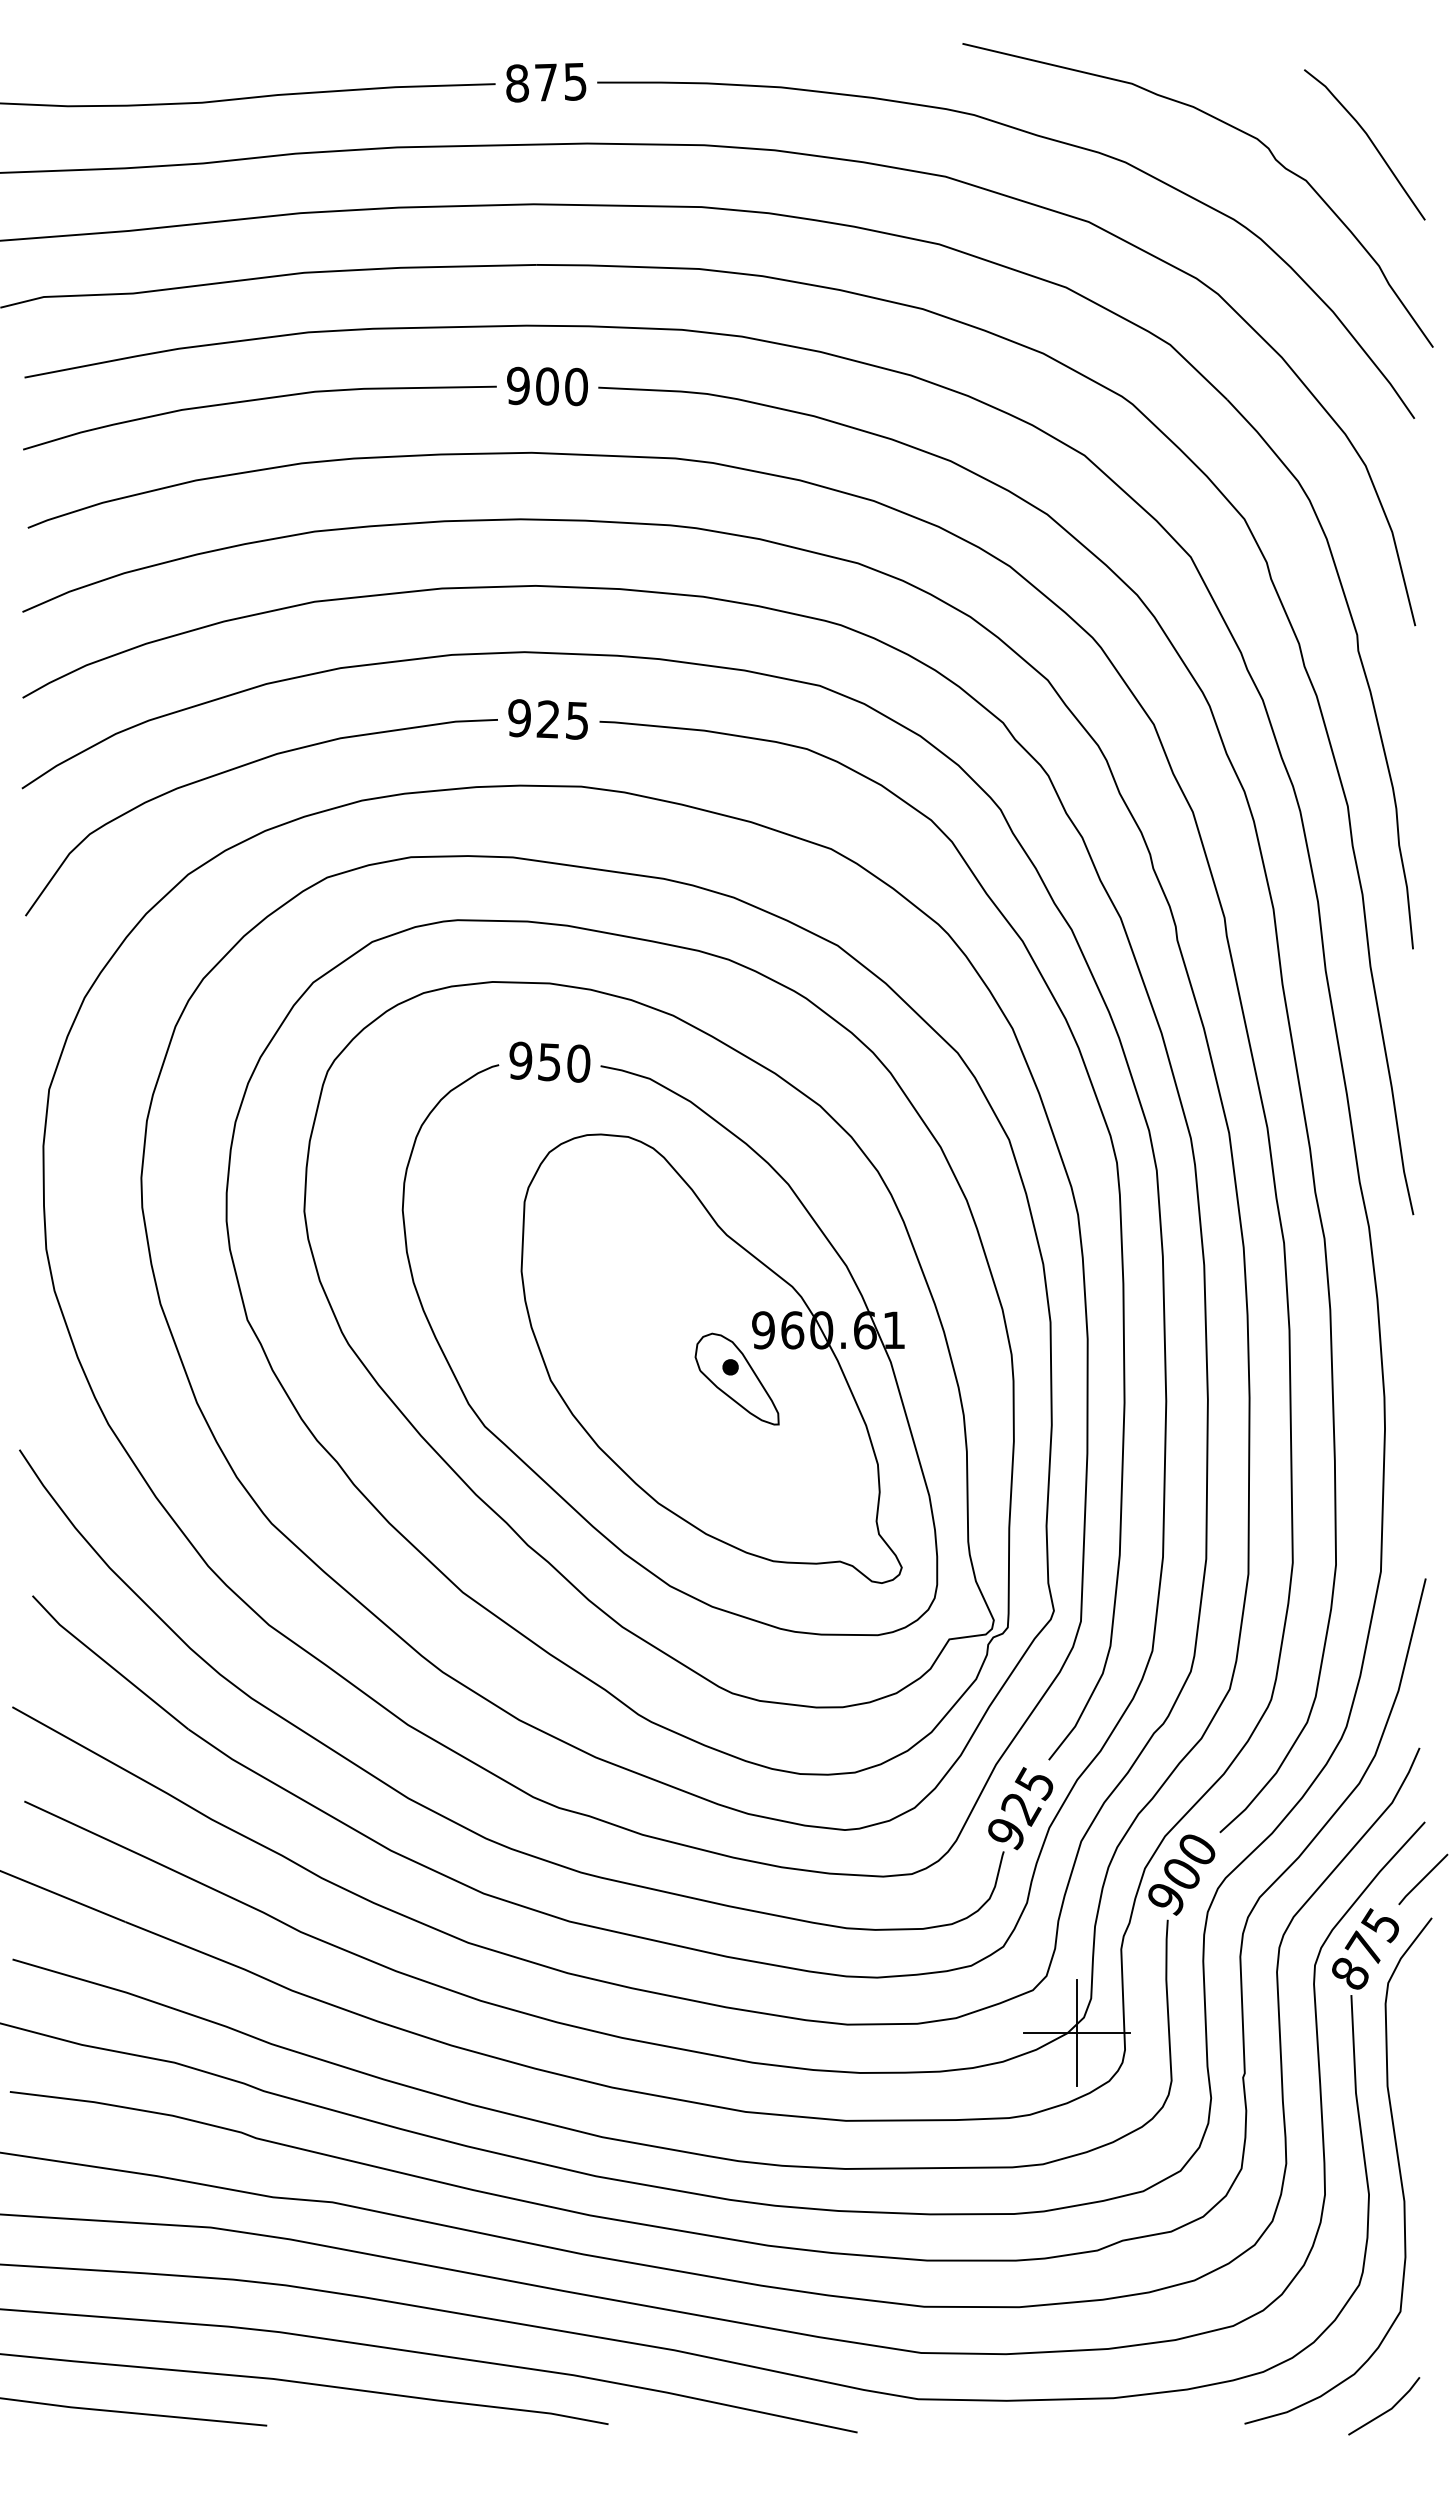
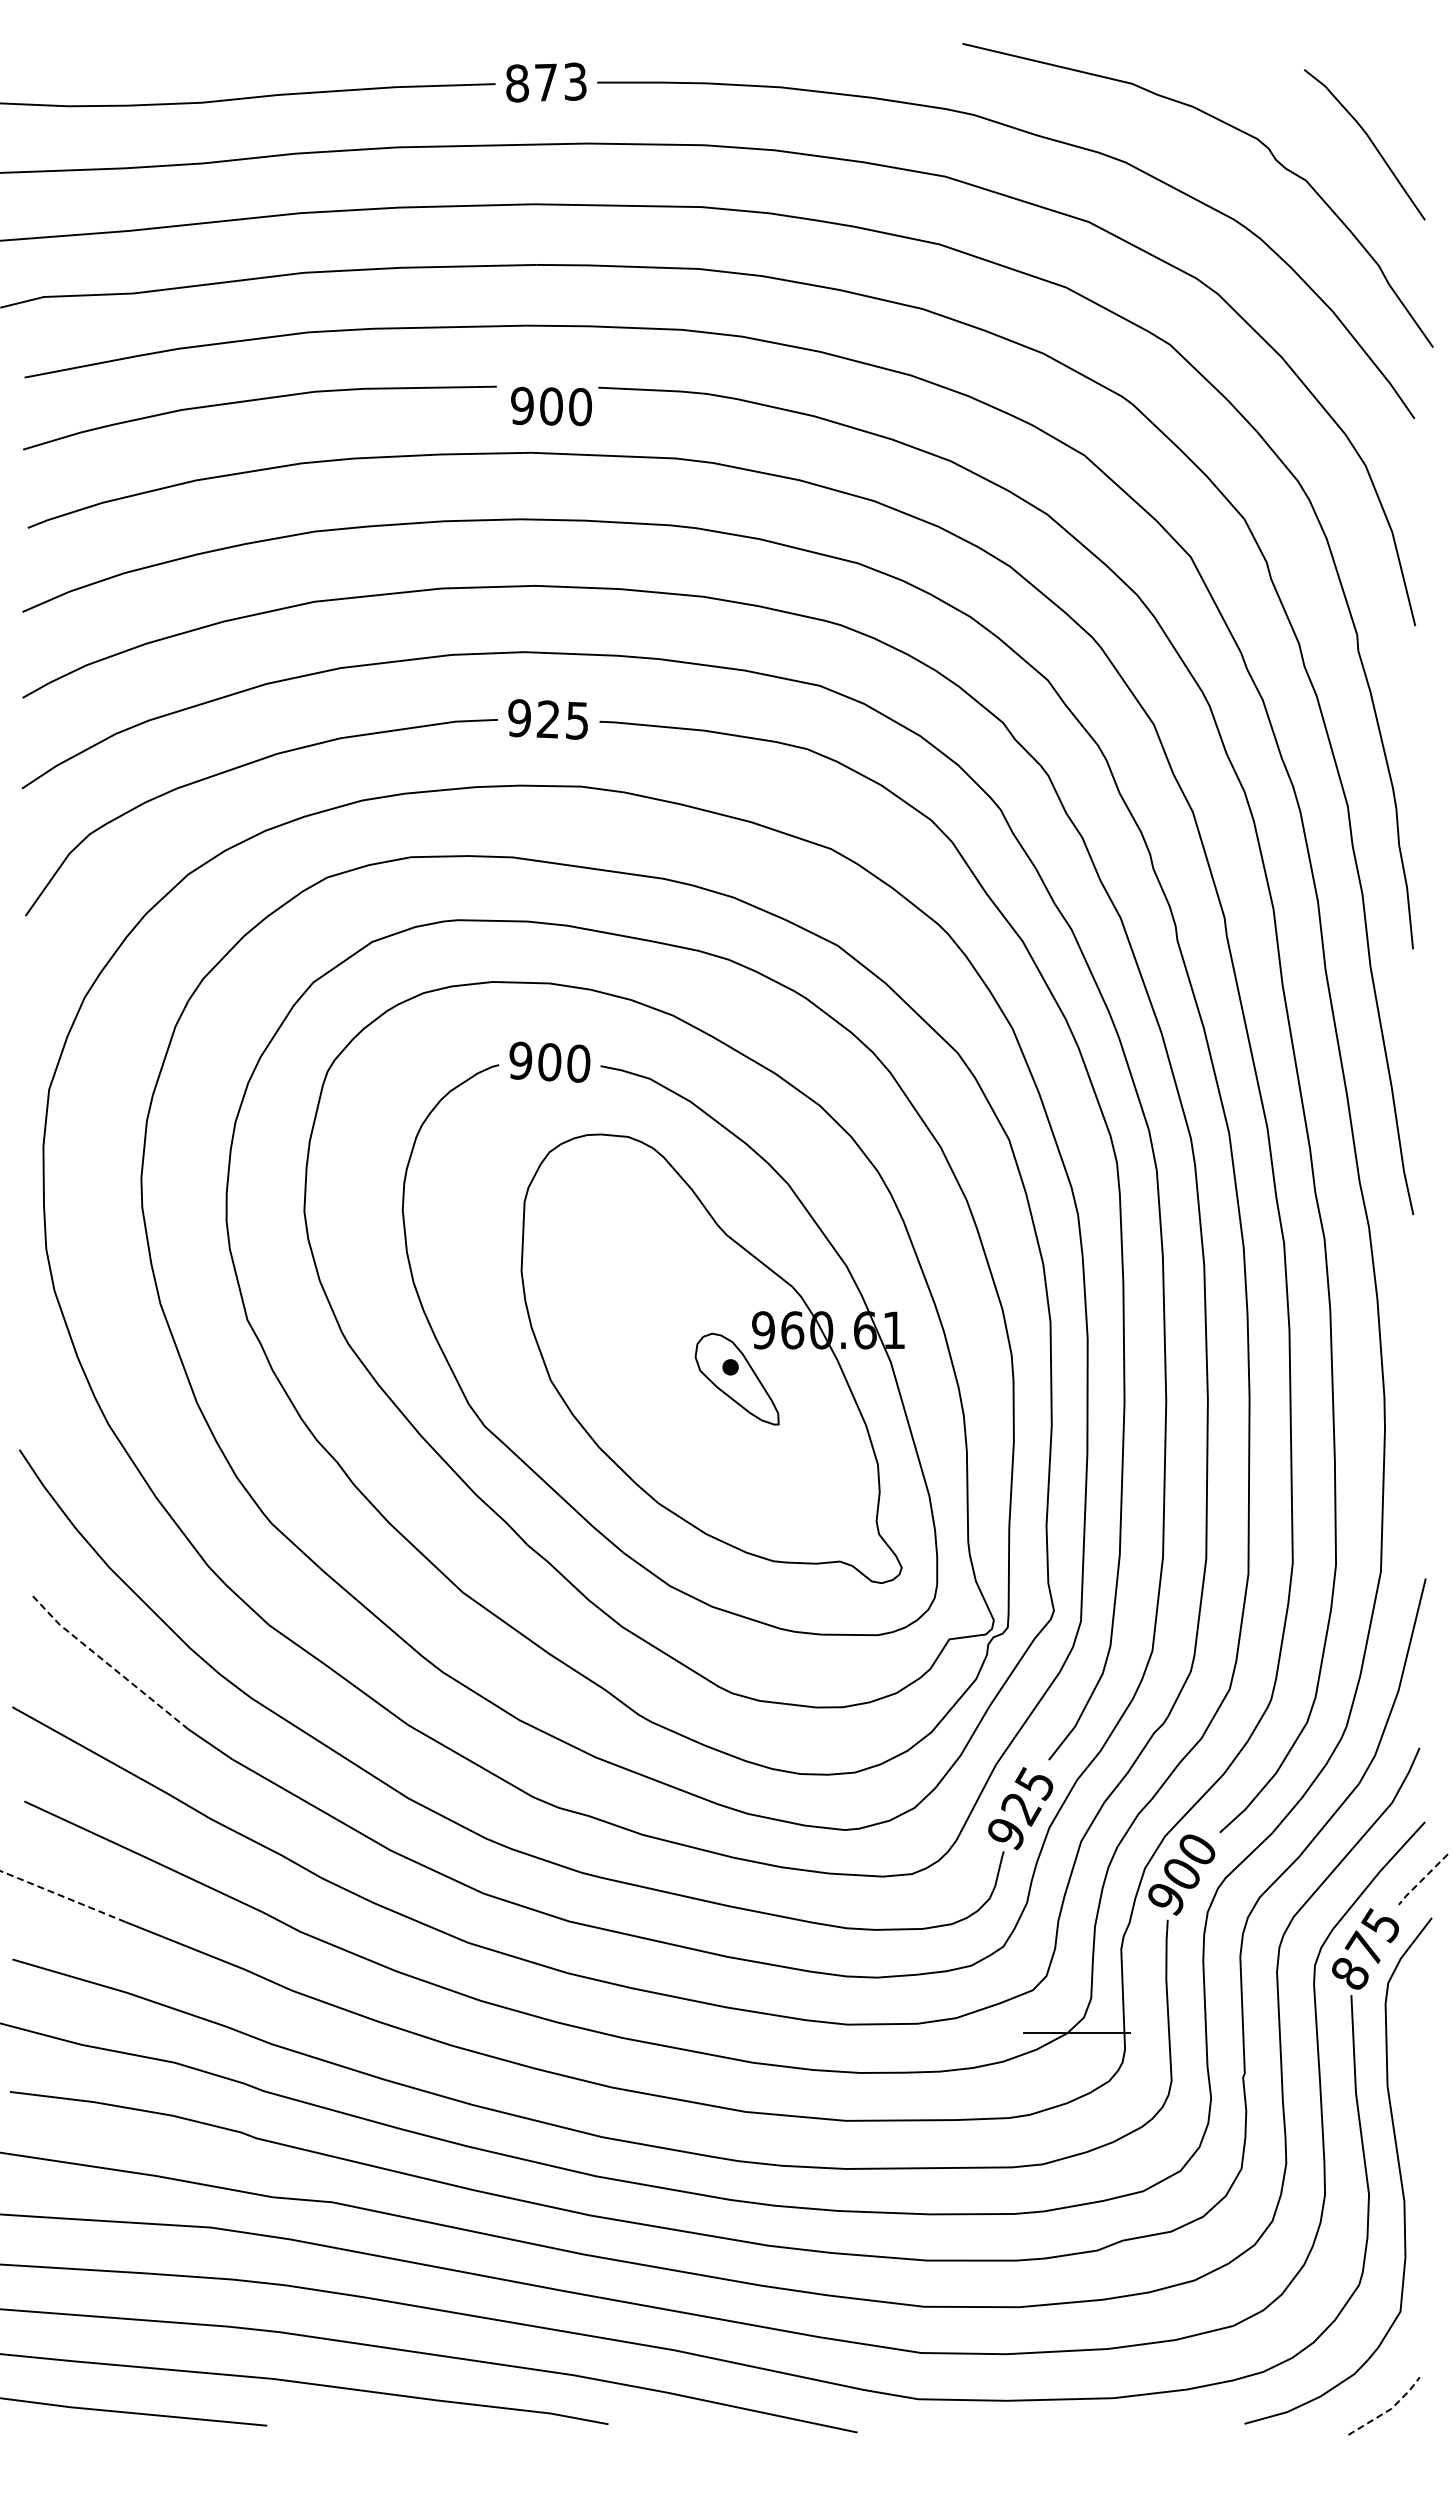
text at (575, 81): 875 -> 873
text at (547, 386) position: (547, 386) -> (551, 406)
text at (549, 1062): 950 -> 900
line at (107, 1663): solid -> dashed
line at (1422, 1879): solid -> dashed
line at (62, 1896): solid -> dashed
line at (1077, 2032): present -> none
line at (1389, 2410): solid -> dashed
